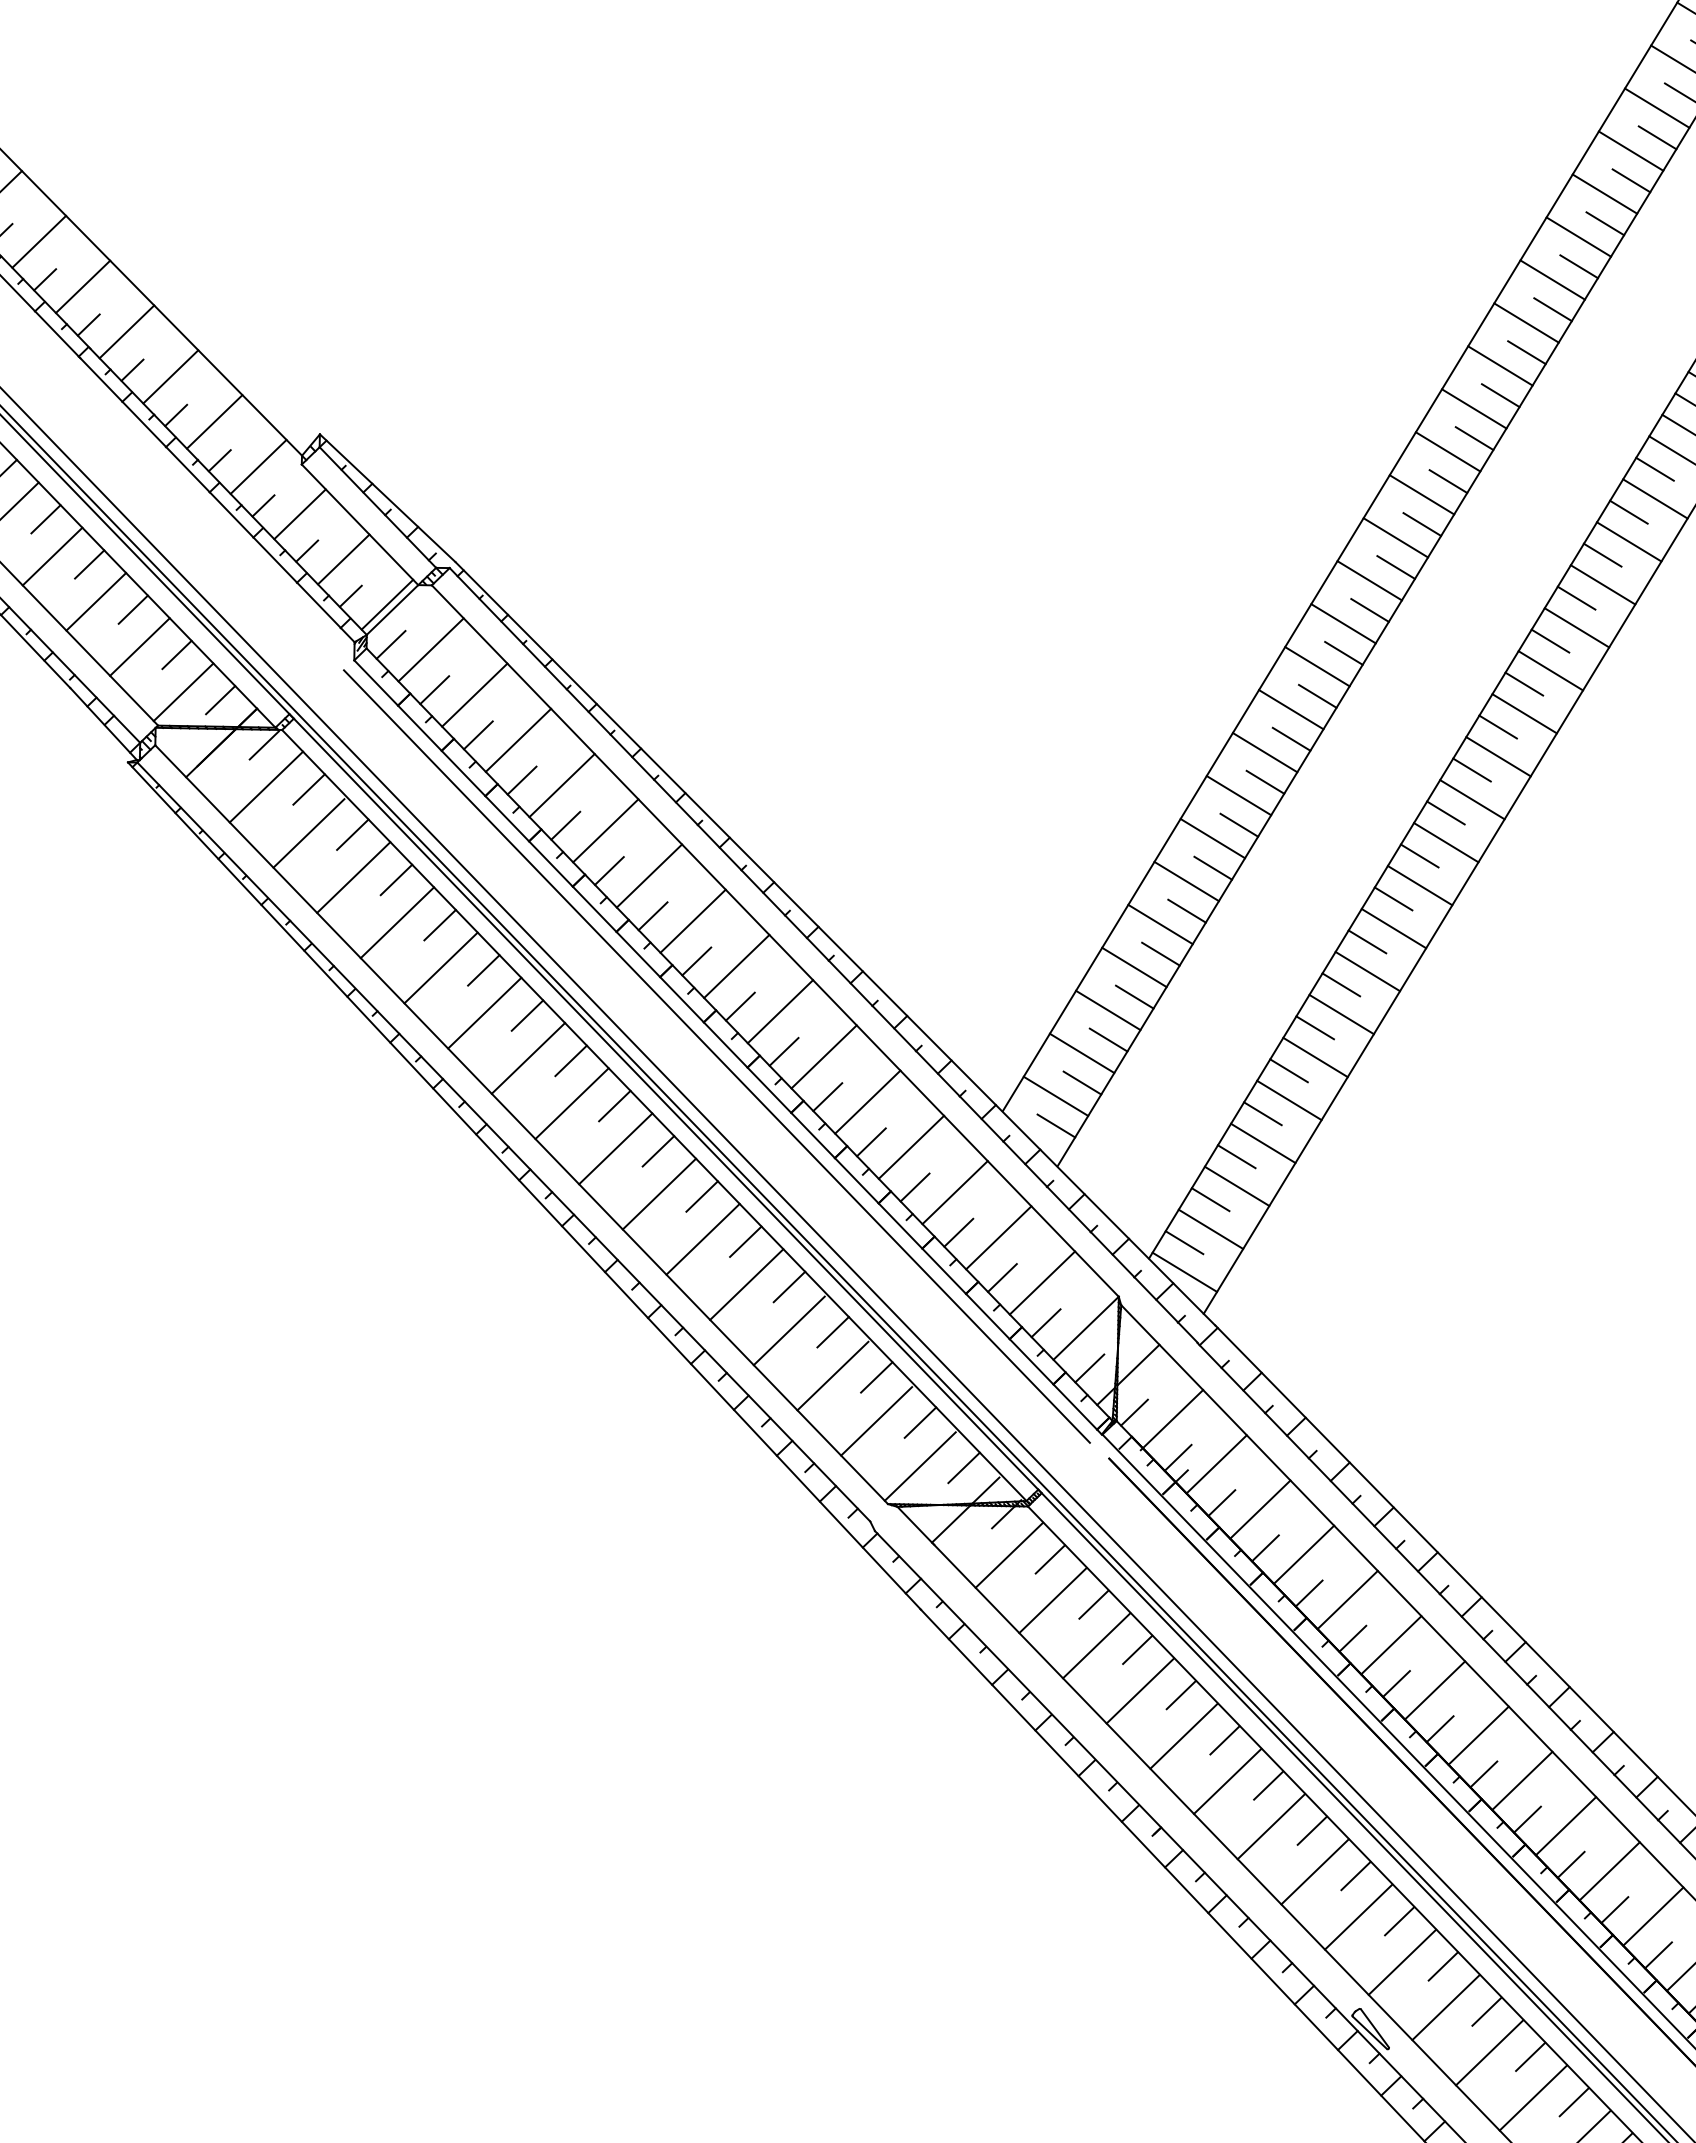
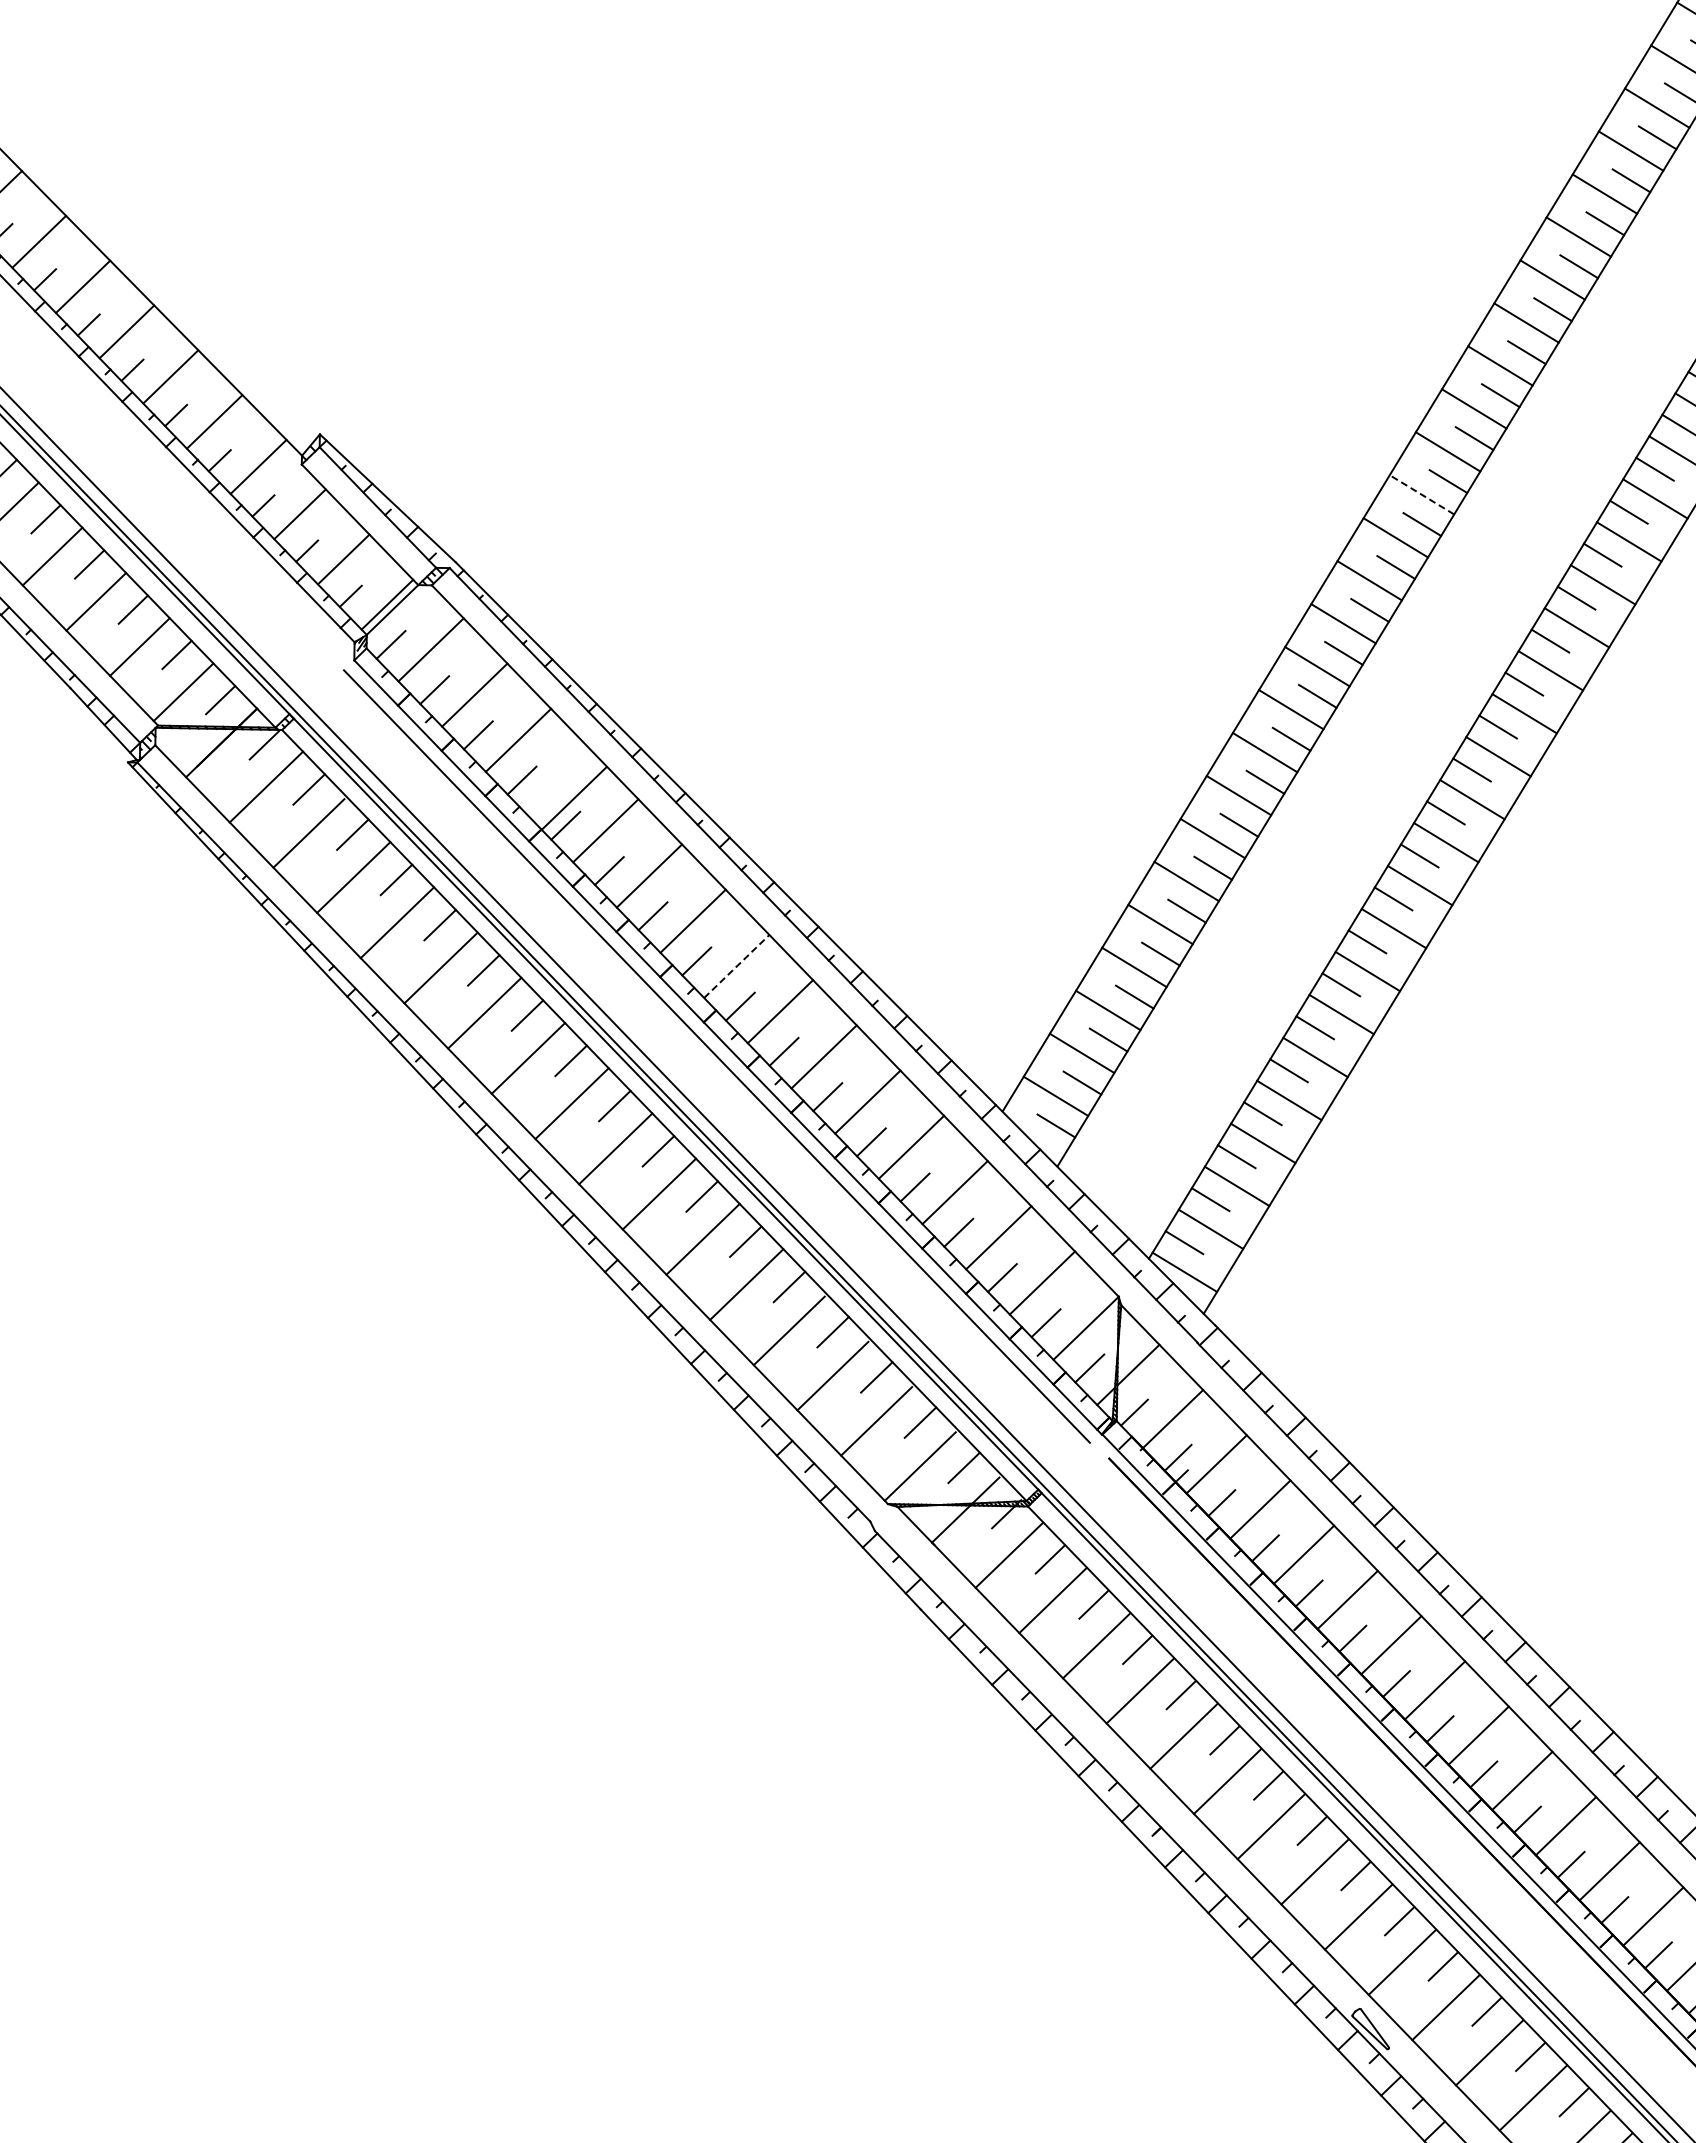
line at (1421, 494): solid -> dashed
line at (561, 785) position: (561, 785) -> (573, 798)
line at (737, 966): solid -> dashed
